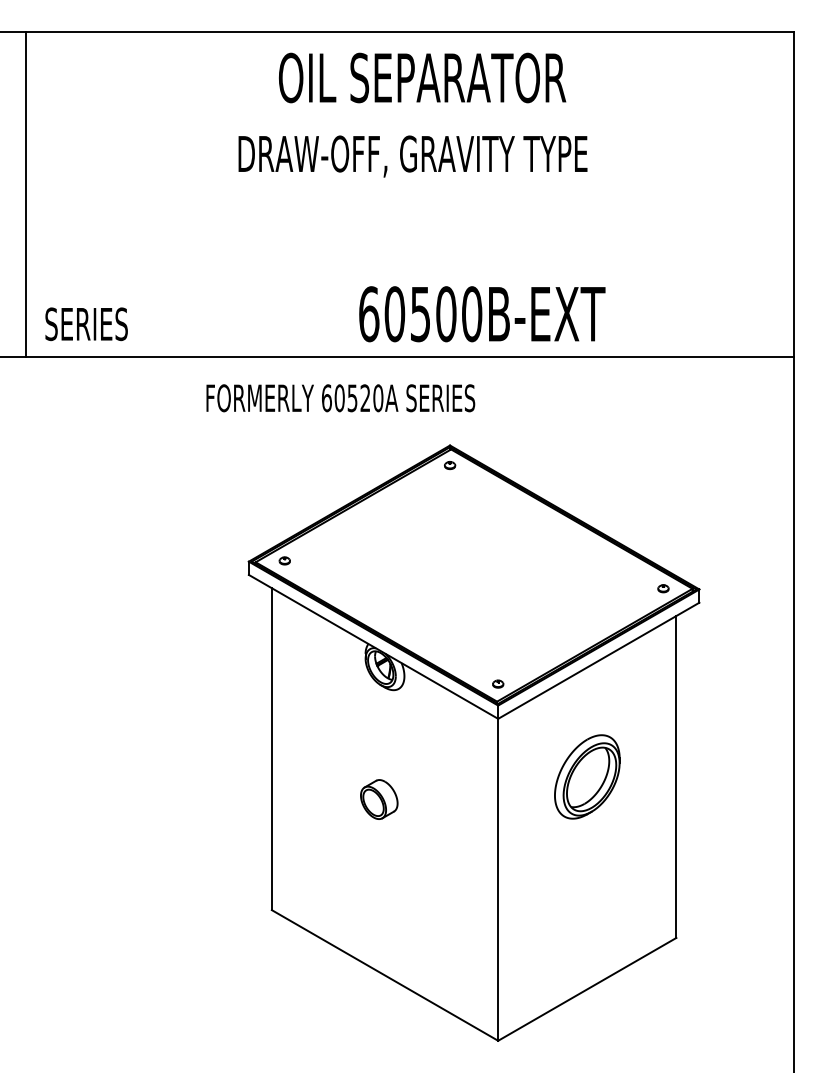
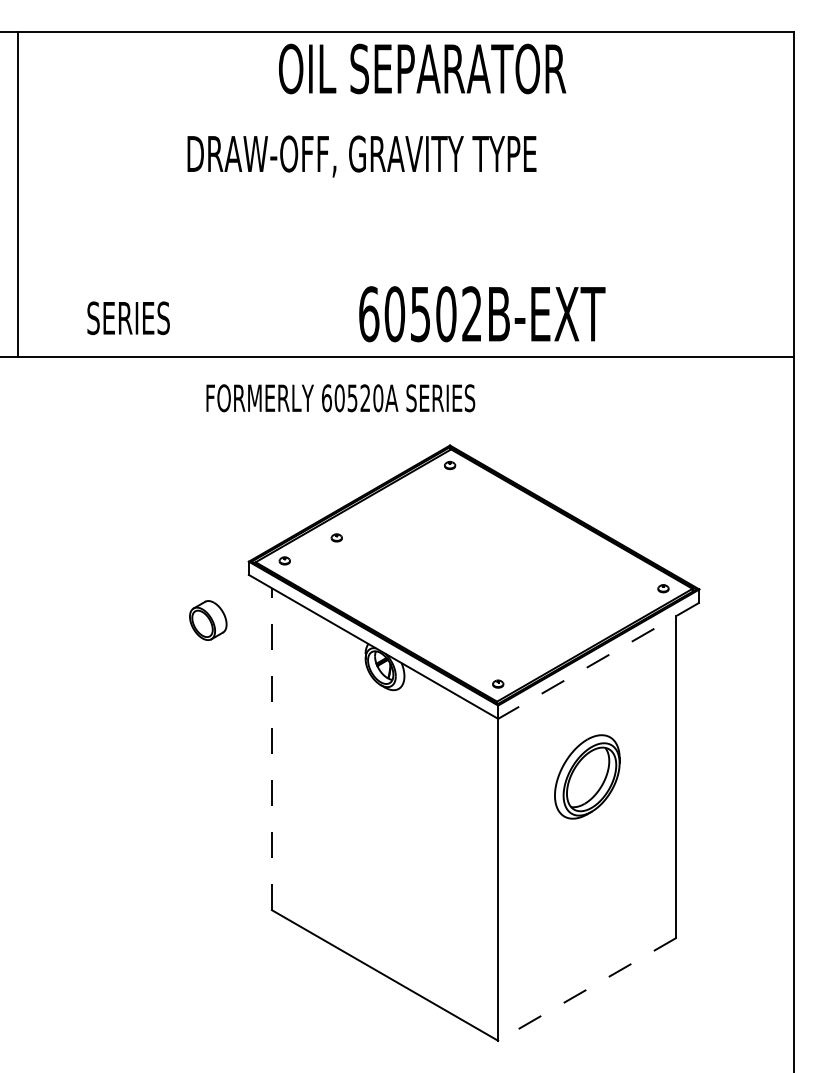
text at (422, 77) position: (422, 77) -> (422, 68)
text at (412, 156) position: (412, 156) -> (361, 156)
line at (26, 194) position: (26, 194) -> (18, 194)
text at (472, 314): 60500B-EXT -> 60502B-EXT
text at (86, 324) position: (86, 324) -> (128, 318)
part at (336, 537): none -> present
line at (598, 661): solid -> dashed
line at (271, 749): solid -> dashed
part at (379, 799) position: (379, 799) -> (208, 620)
line at (587, 989): solid -> dashed
